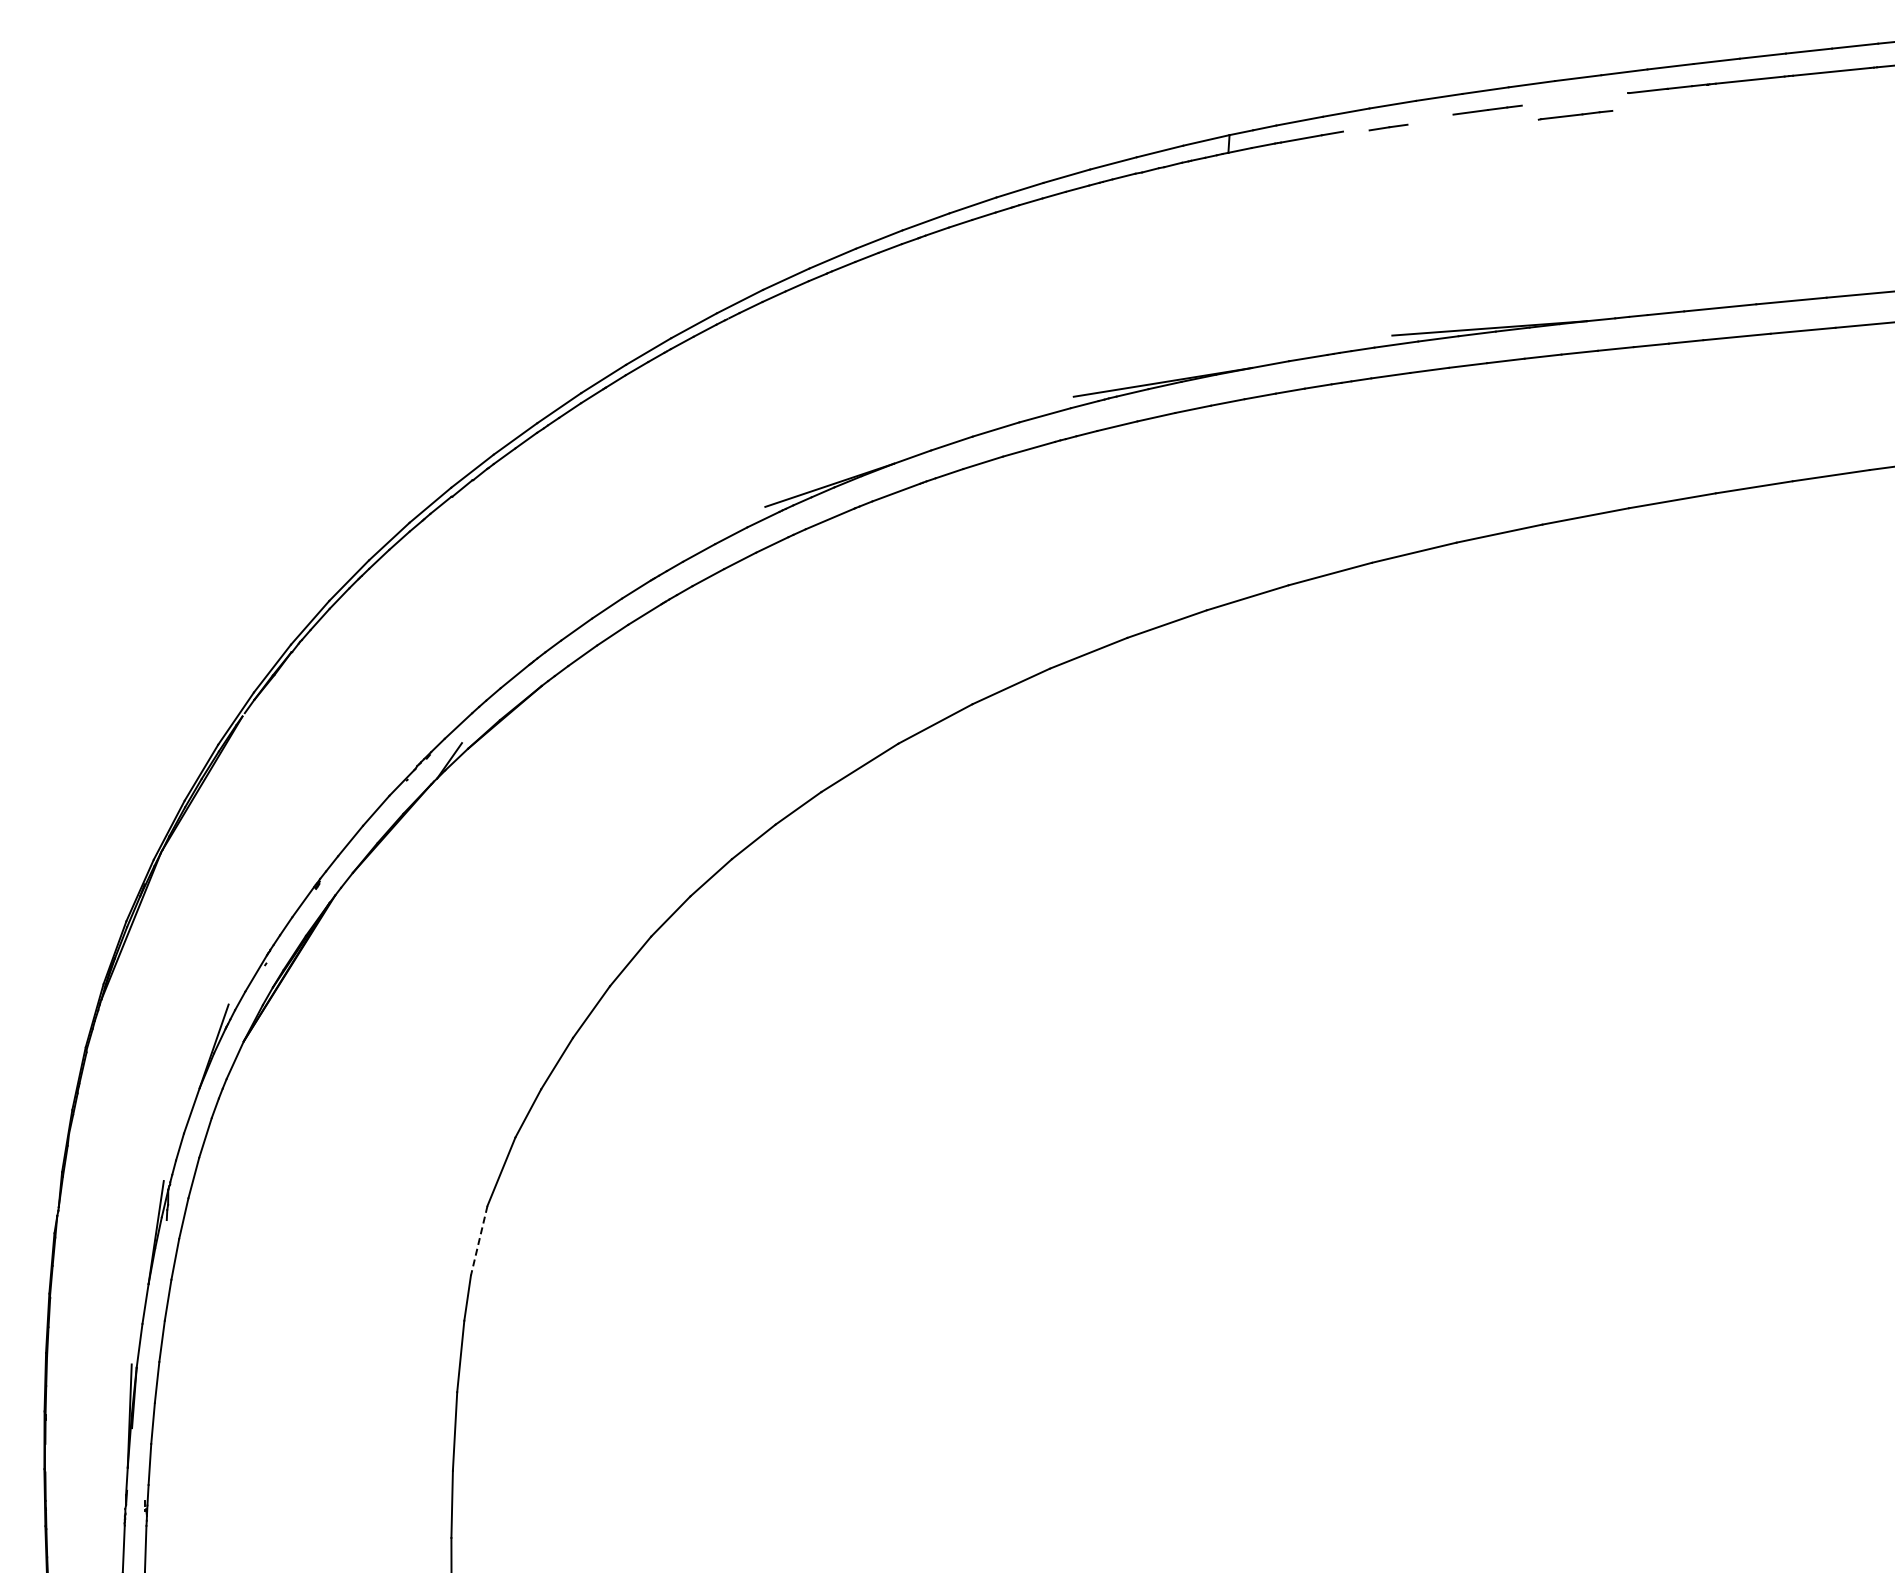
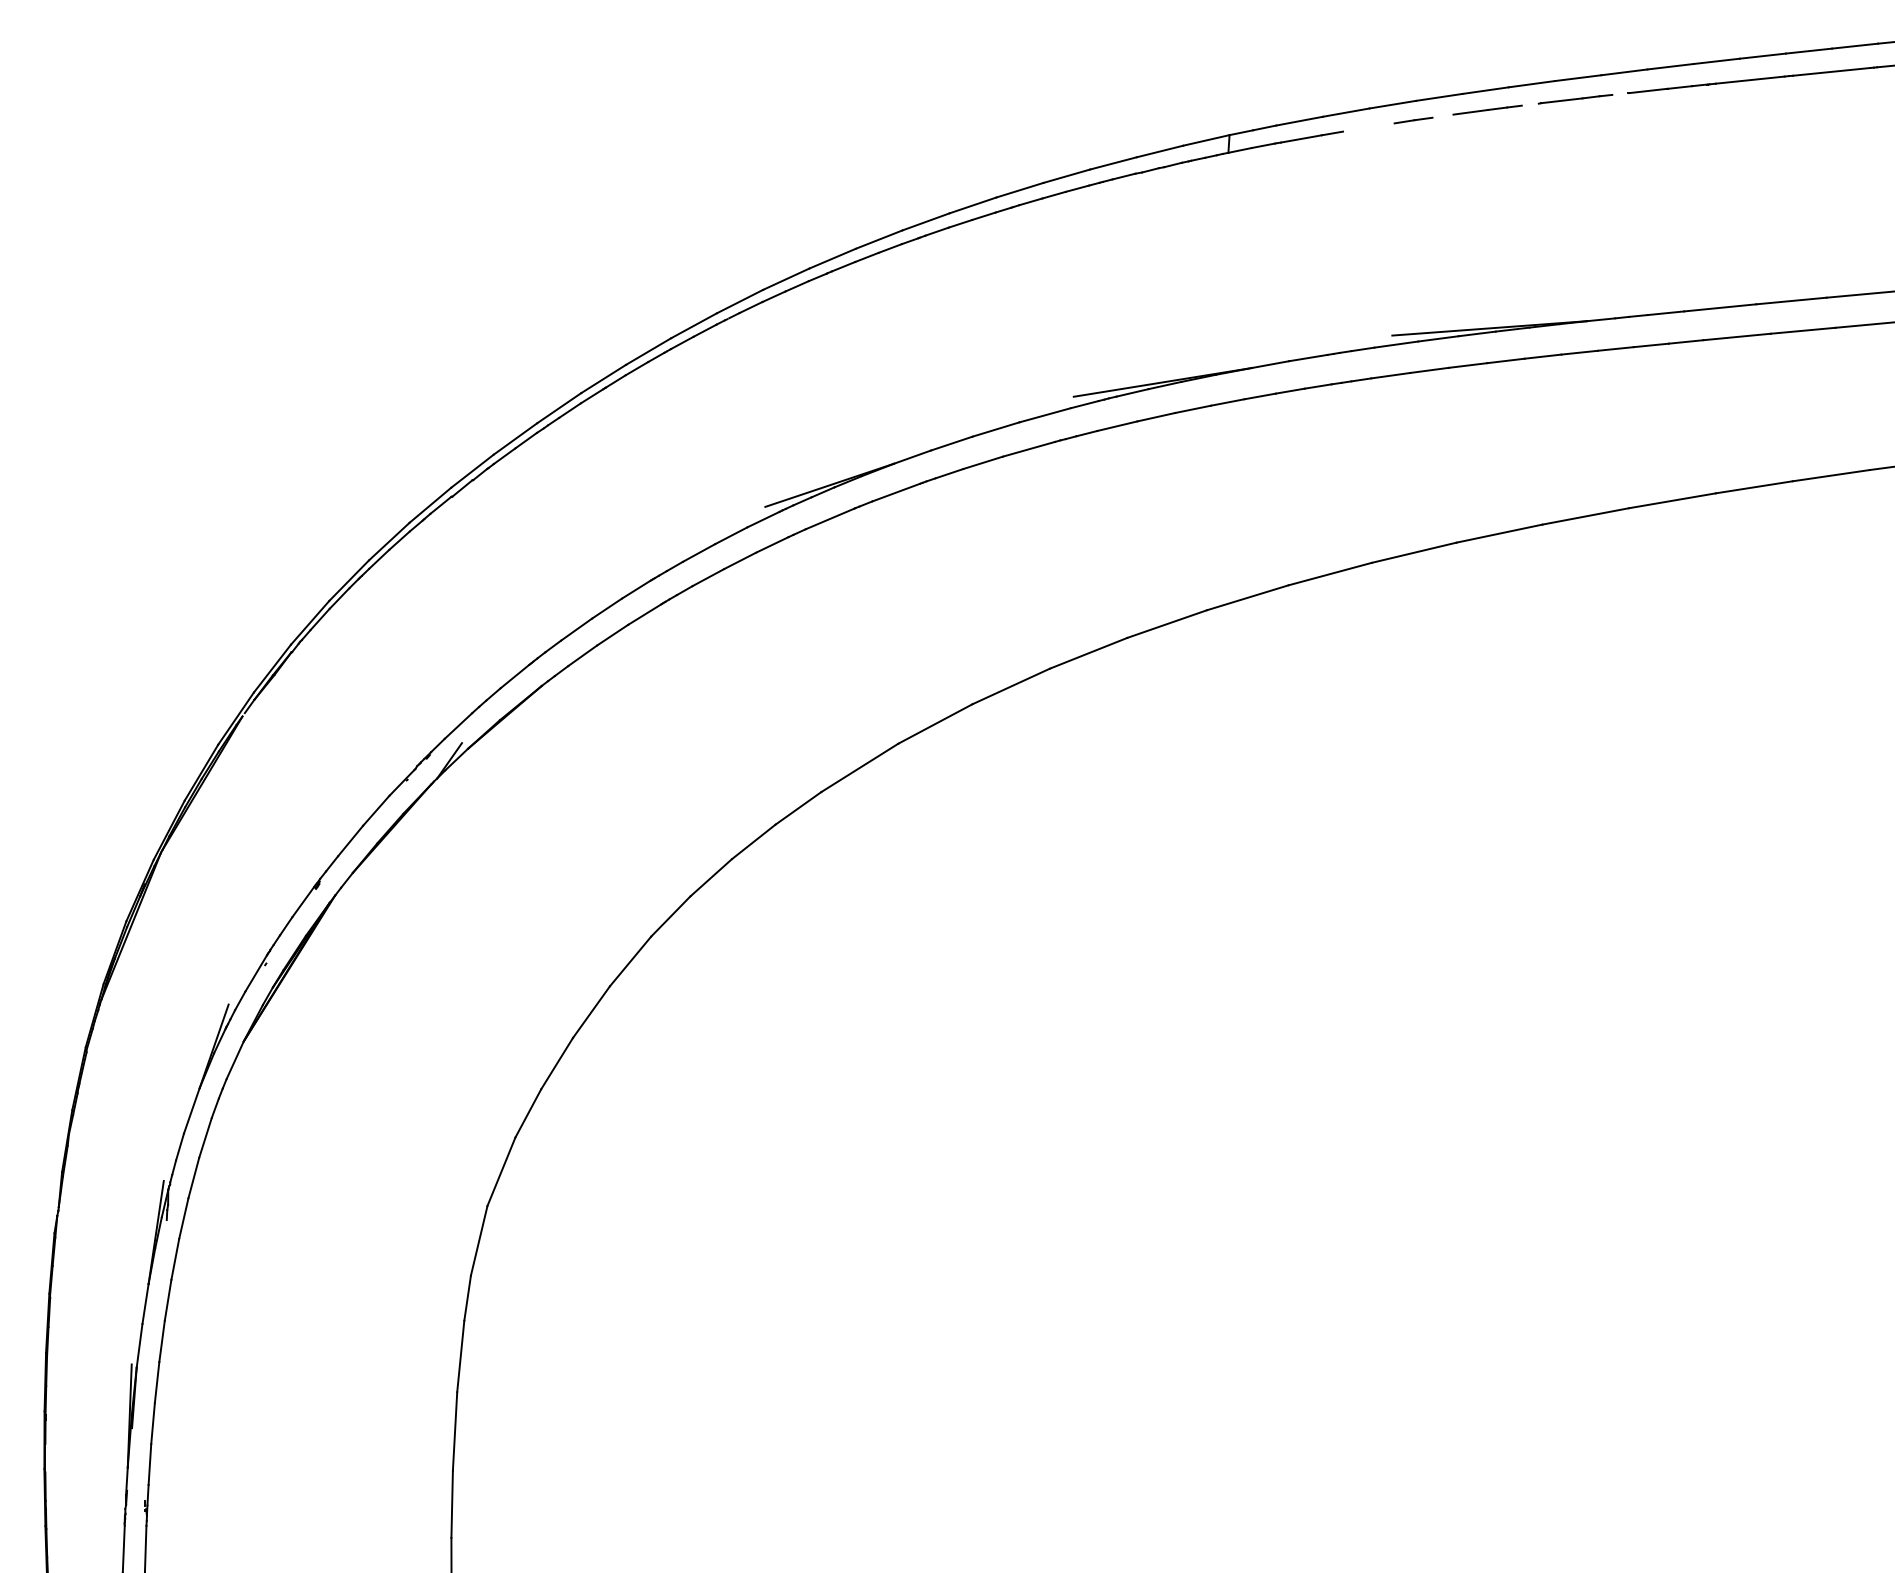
line at (1575, 115) position: (1575, 115) -> (1575, 99)
line at (1388, 127) position: (1388, 127) -> (1413, 120)
line at (479, 1240): dashed -> solid
